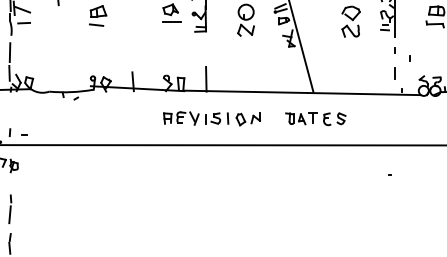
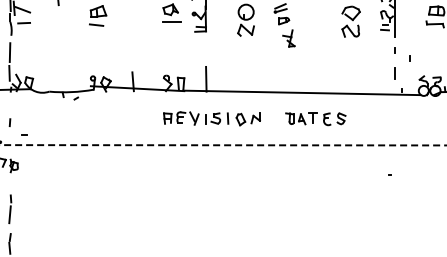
line at (301, 46): present -> none
line at (9, 132) position: (9, 132) -> (9, 122)
line at (223, 145): solid -> dashed
